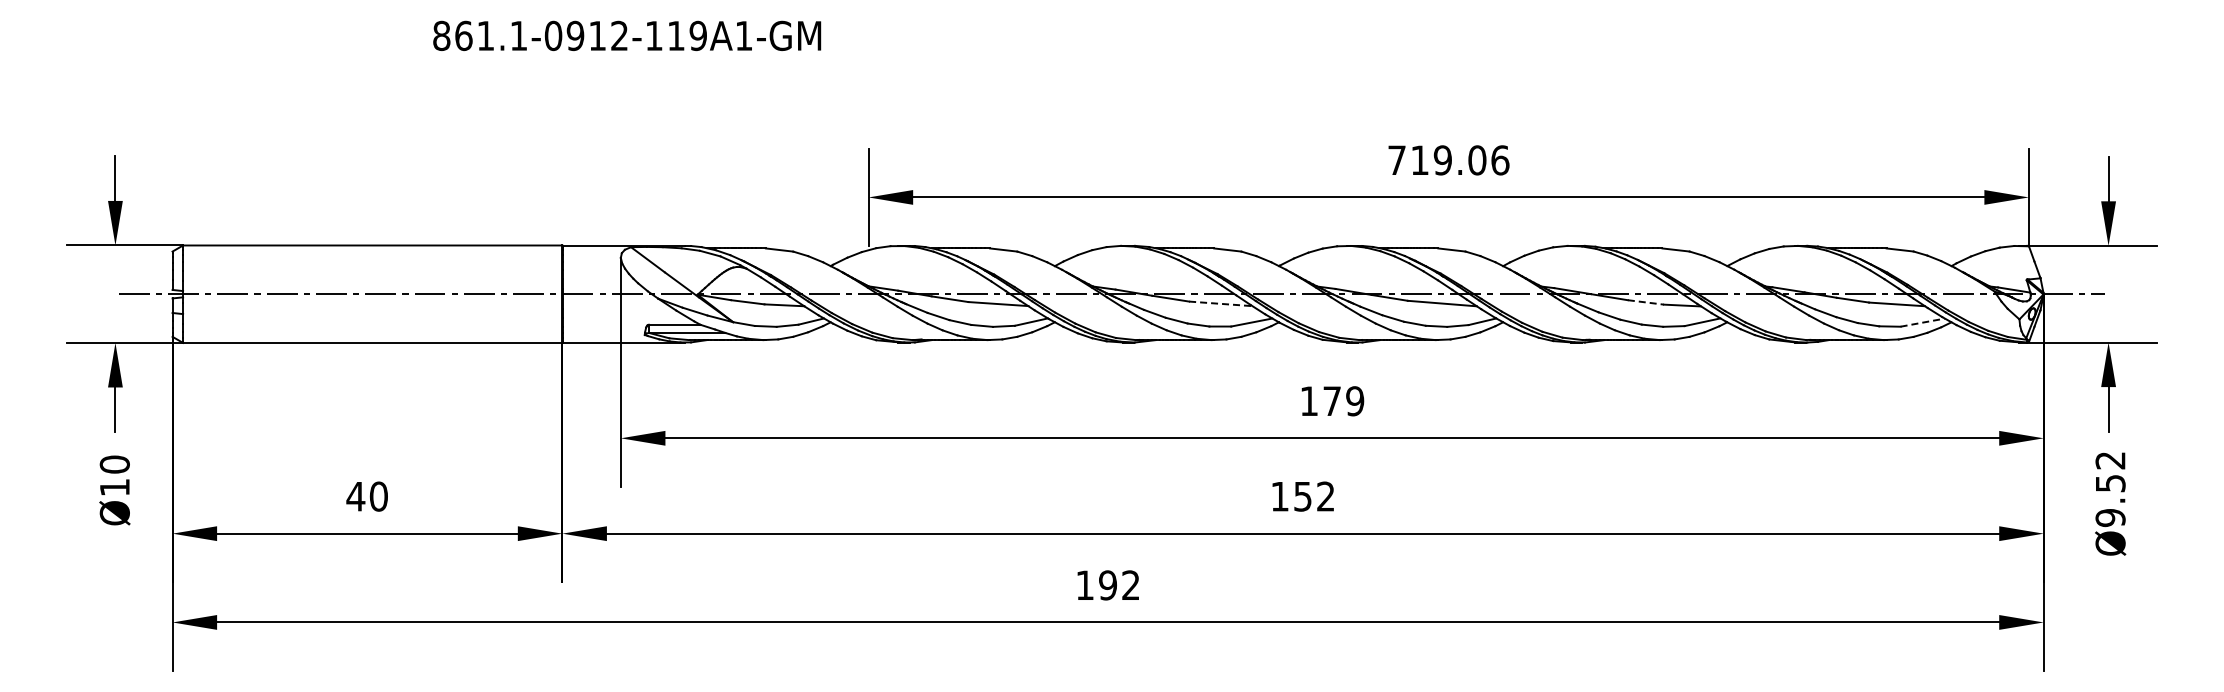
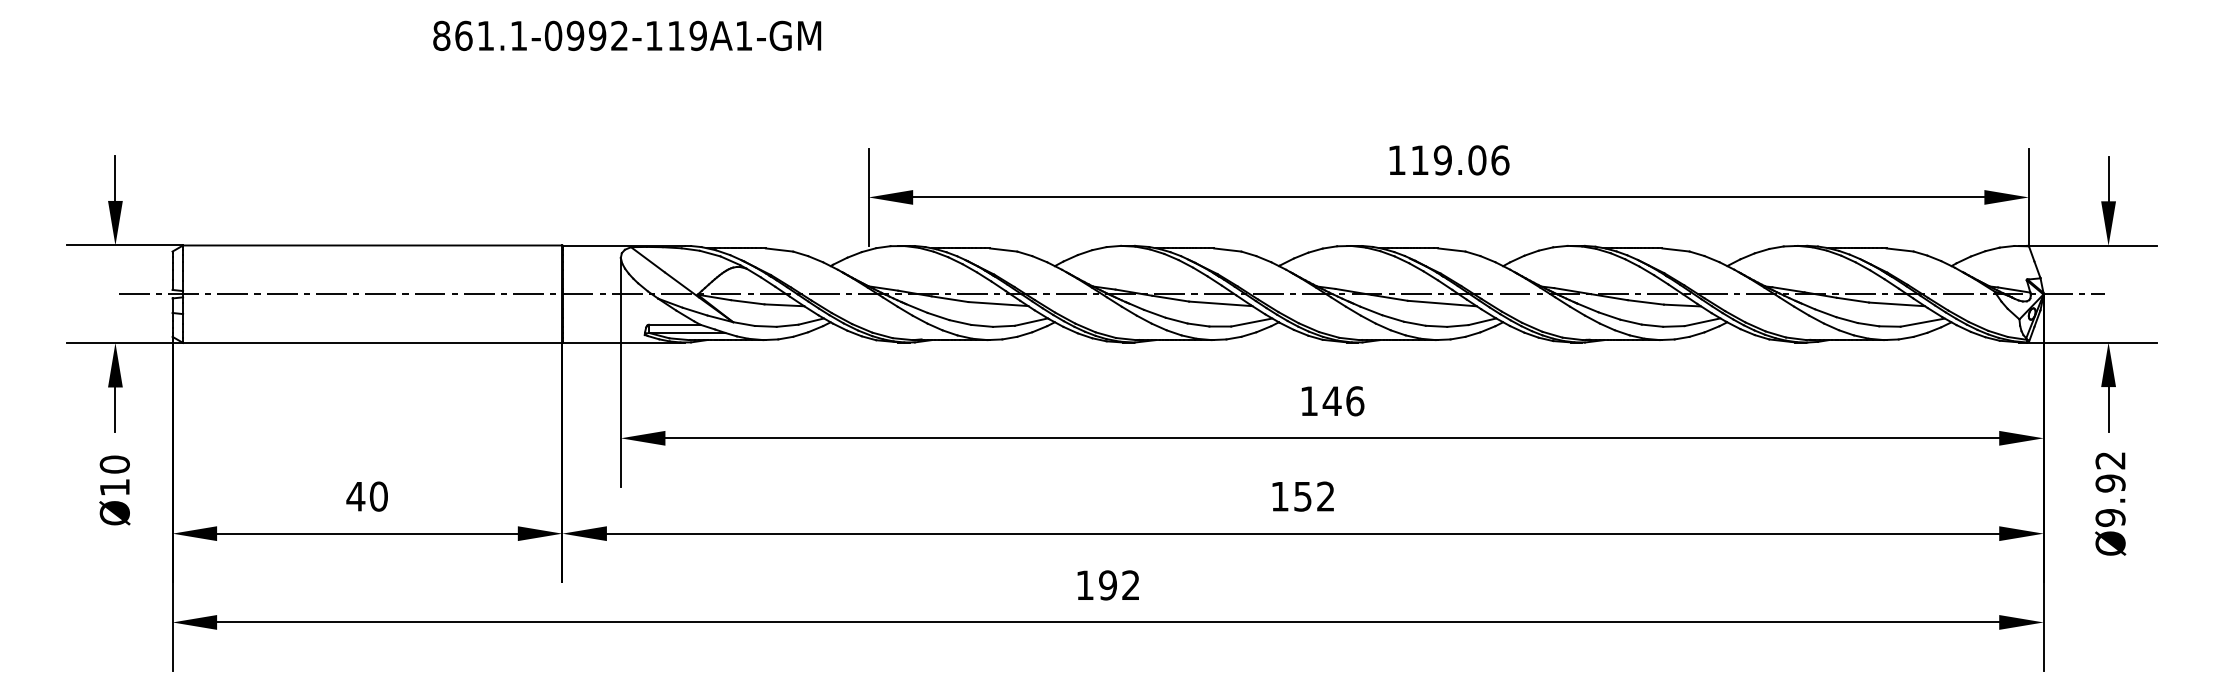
text at (597, 35): 861.1-0912-119A1-GM -> 861.1-0992-119A1-GM
text at (1396, 159): 719.06 -> 119.06
line at (1646, 302): dashed -> solid
line at (1220, 303): dashed -> solid
line at (1923, 322): dashed -> solid
text at (1343, 401): 179 -> 146
text at (2110, 483): Ø9.52 -> Ø9.92
